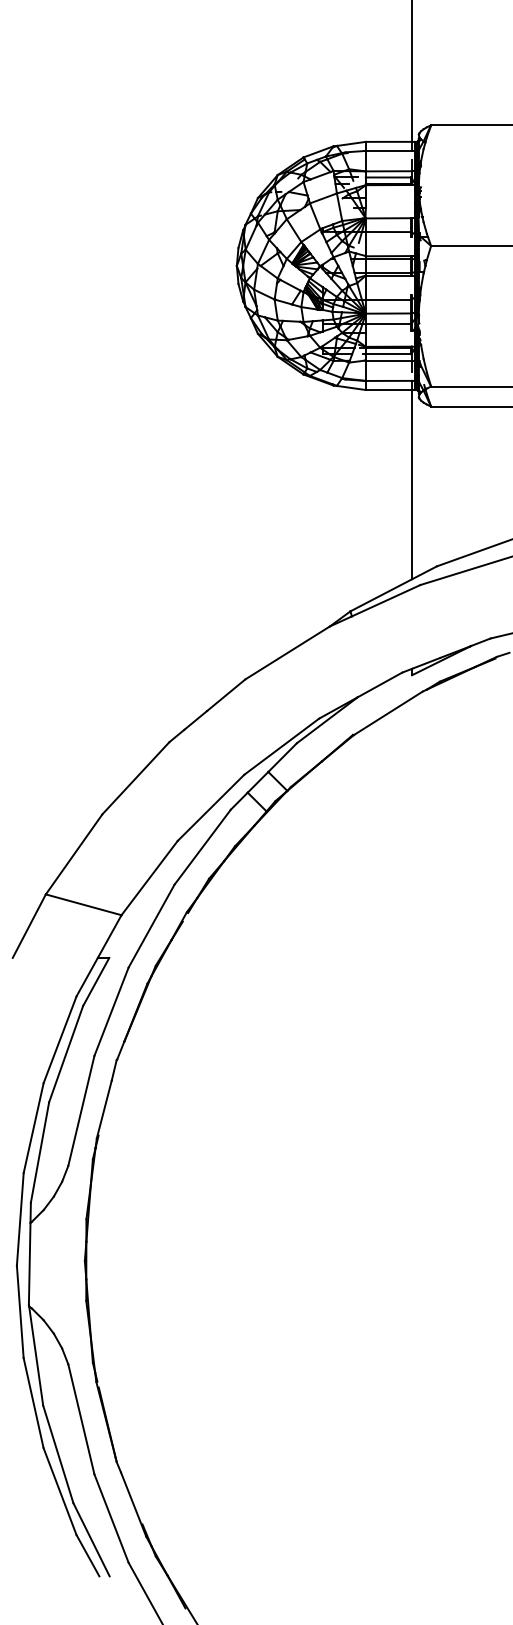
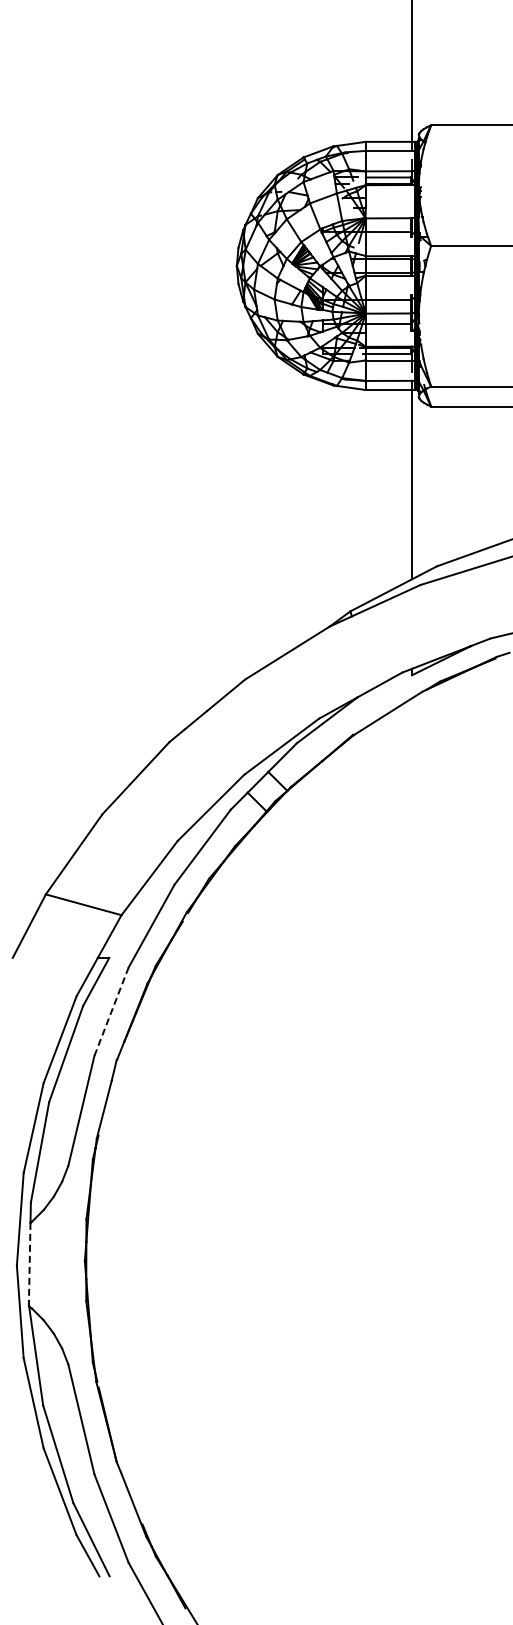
line at (111, 1011): solid -> dashed
line at (29, 1263): solid -> dashed
